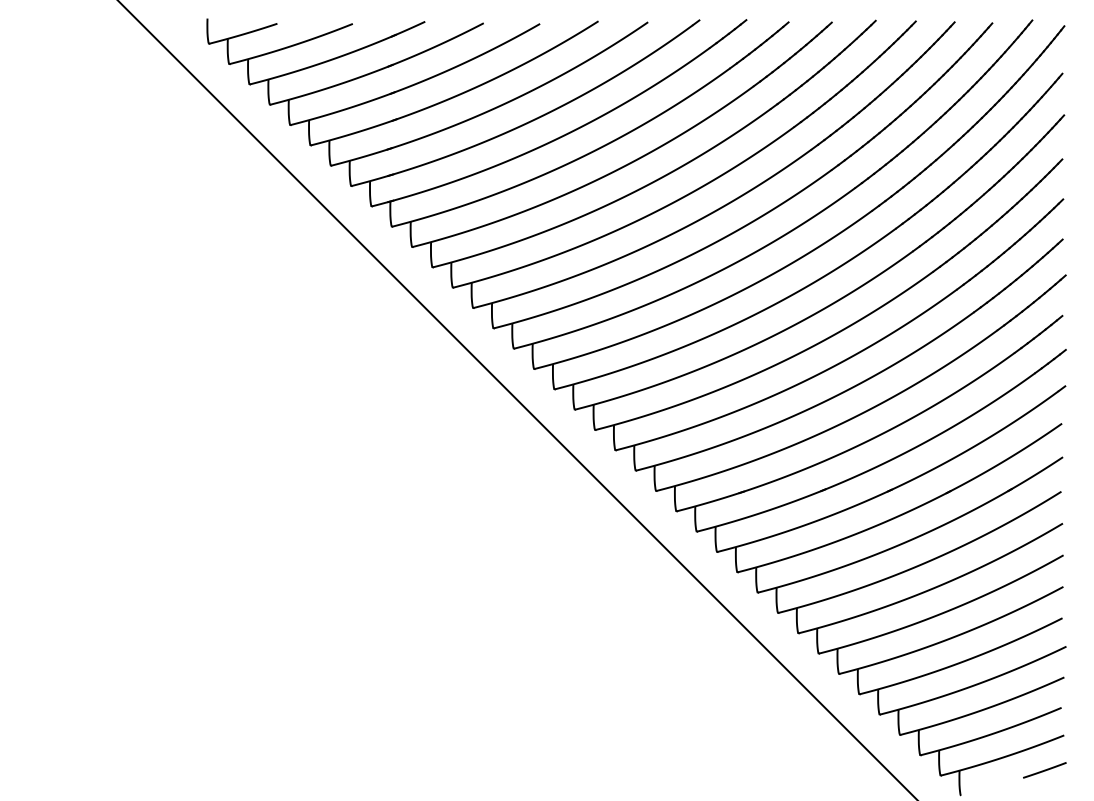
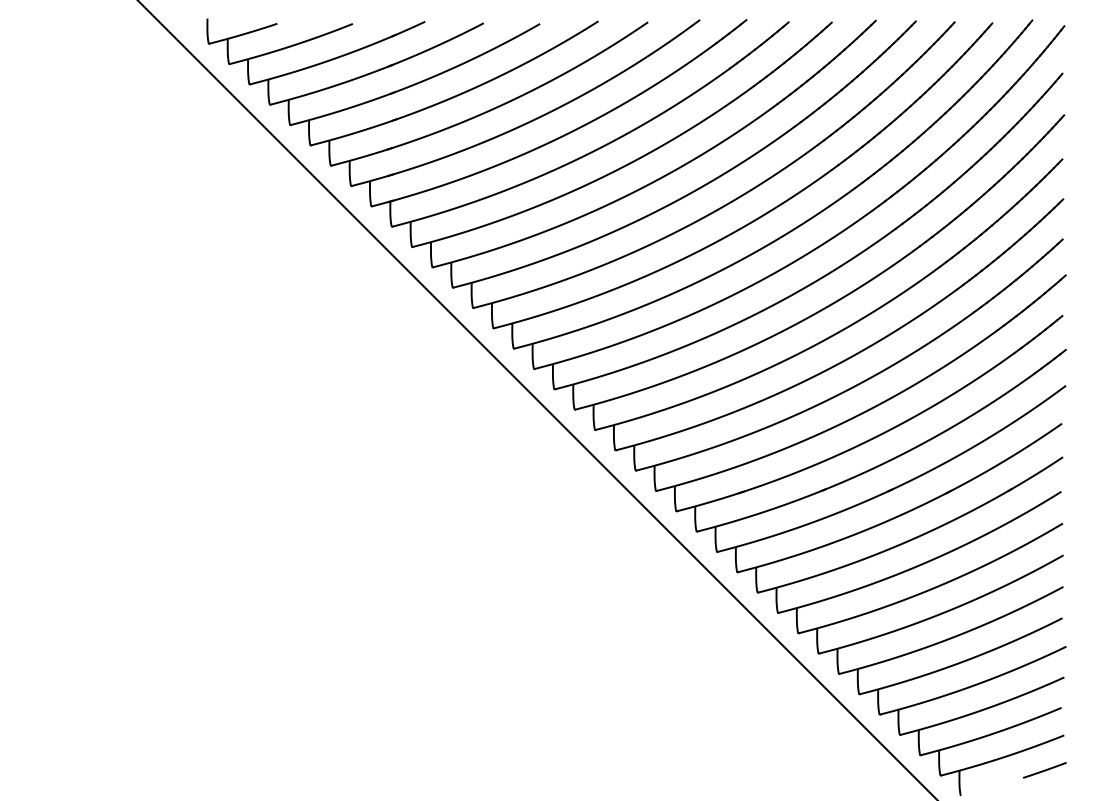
line at (516, 399) position: (516, 399) -> (536, 399)
